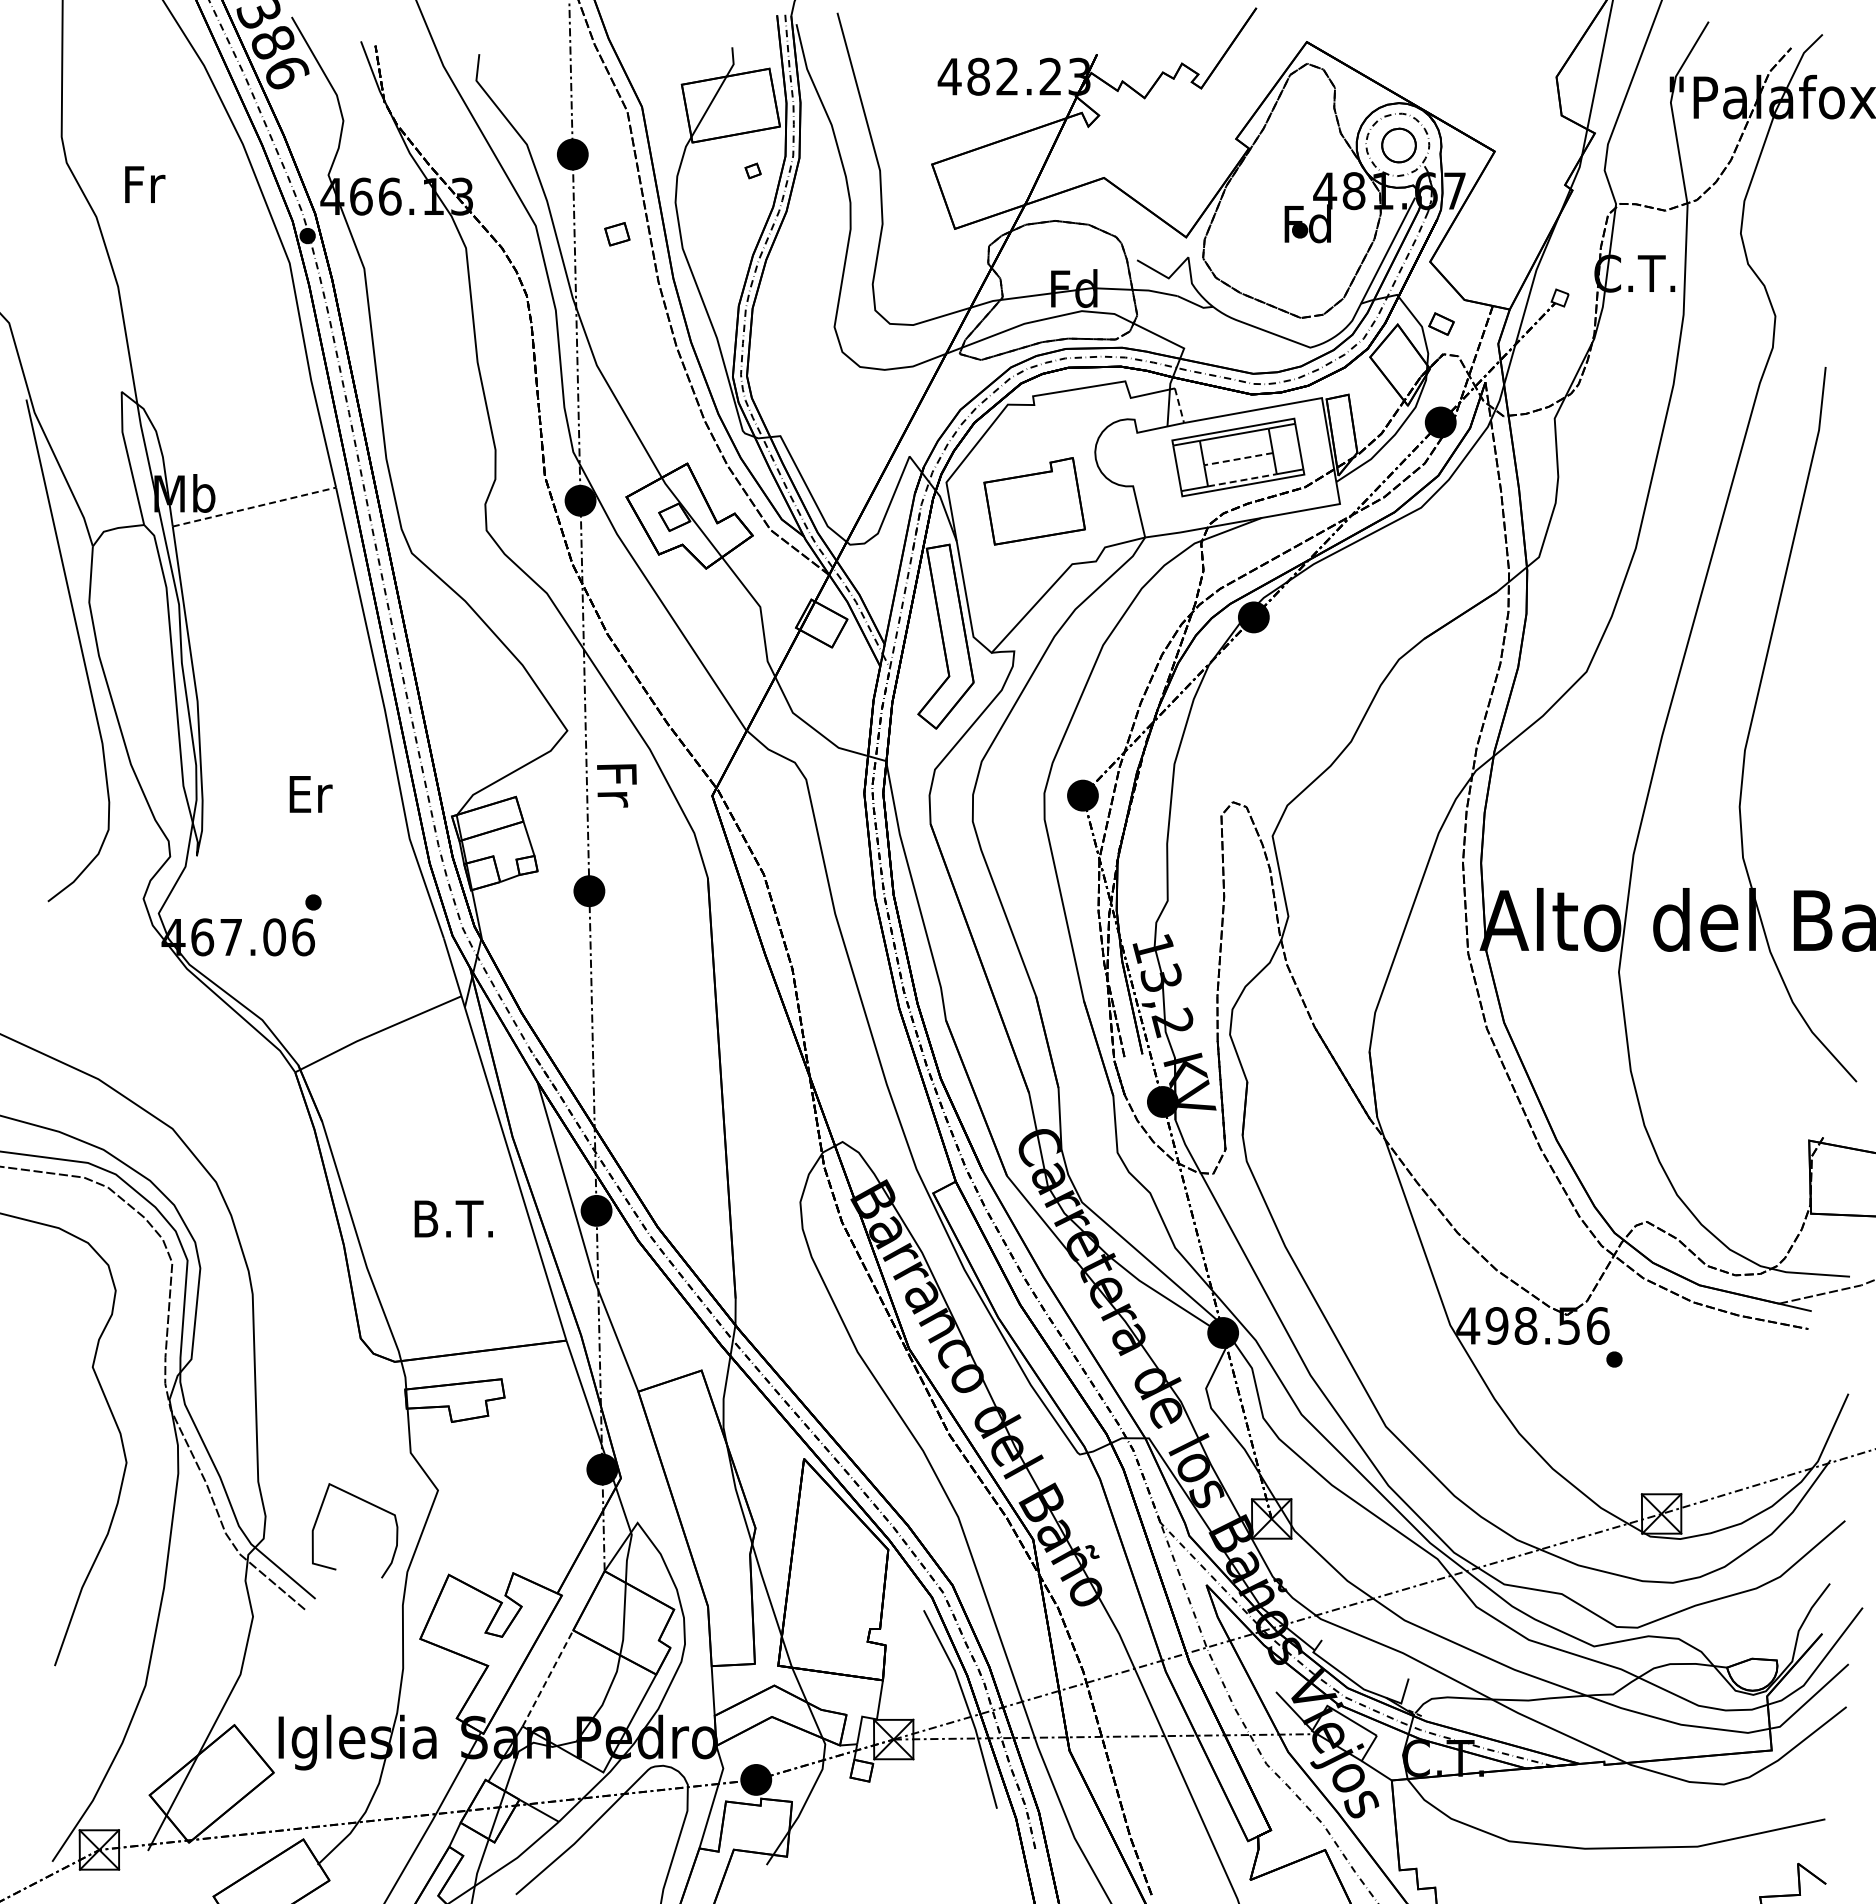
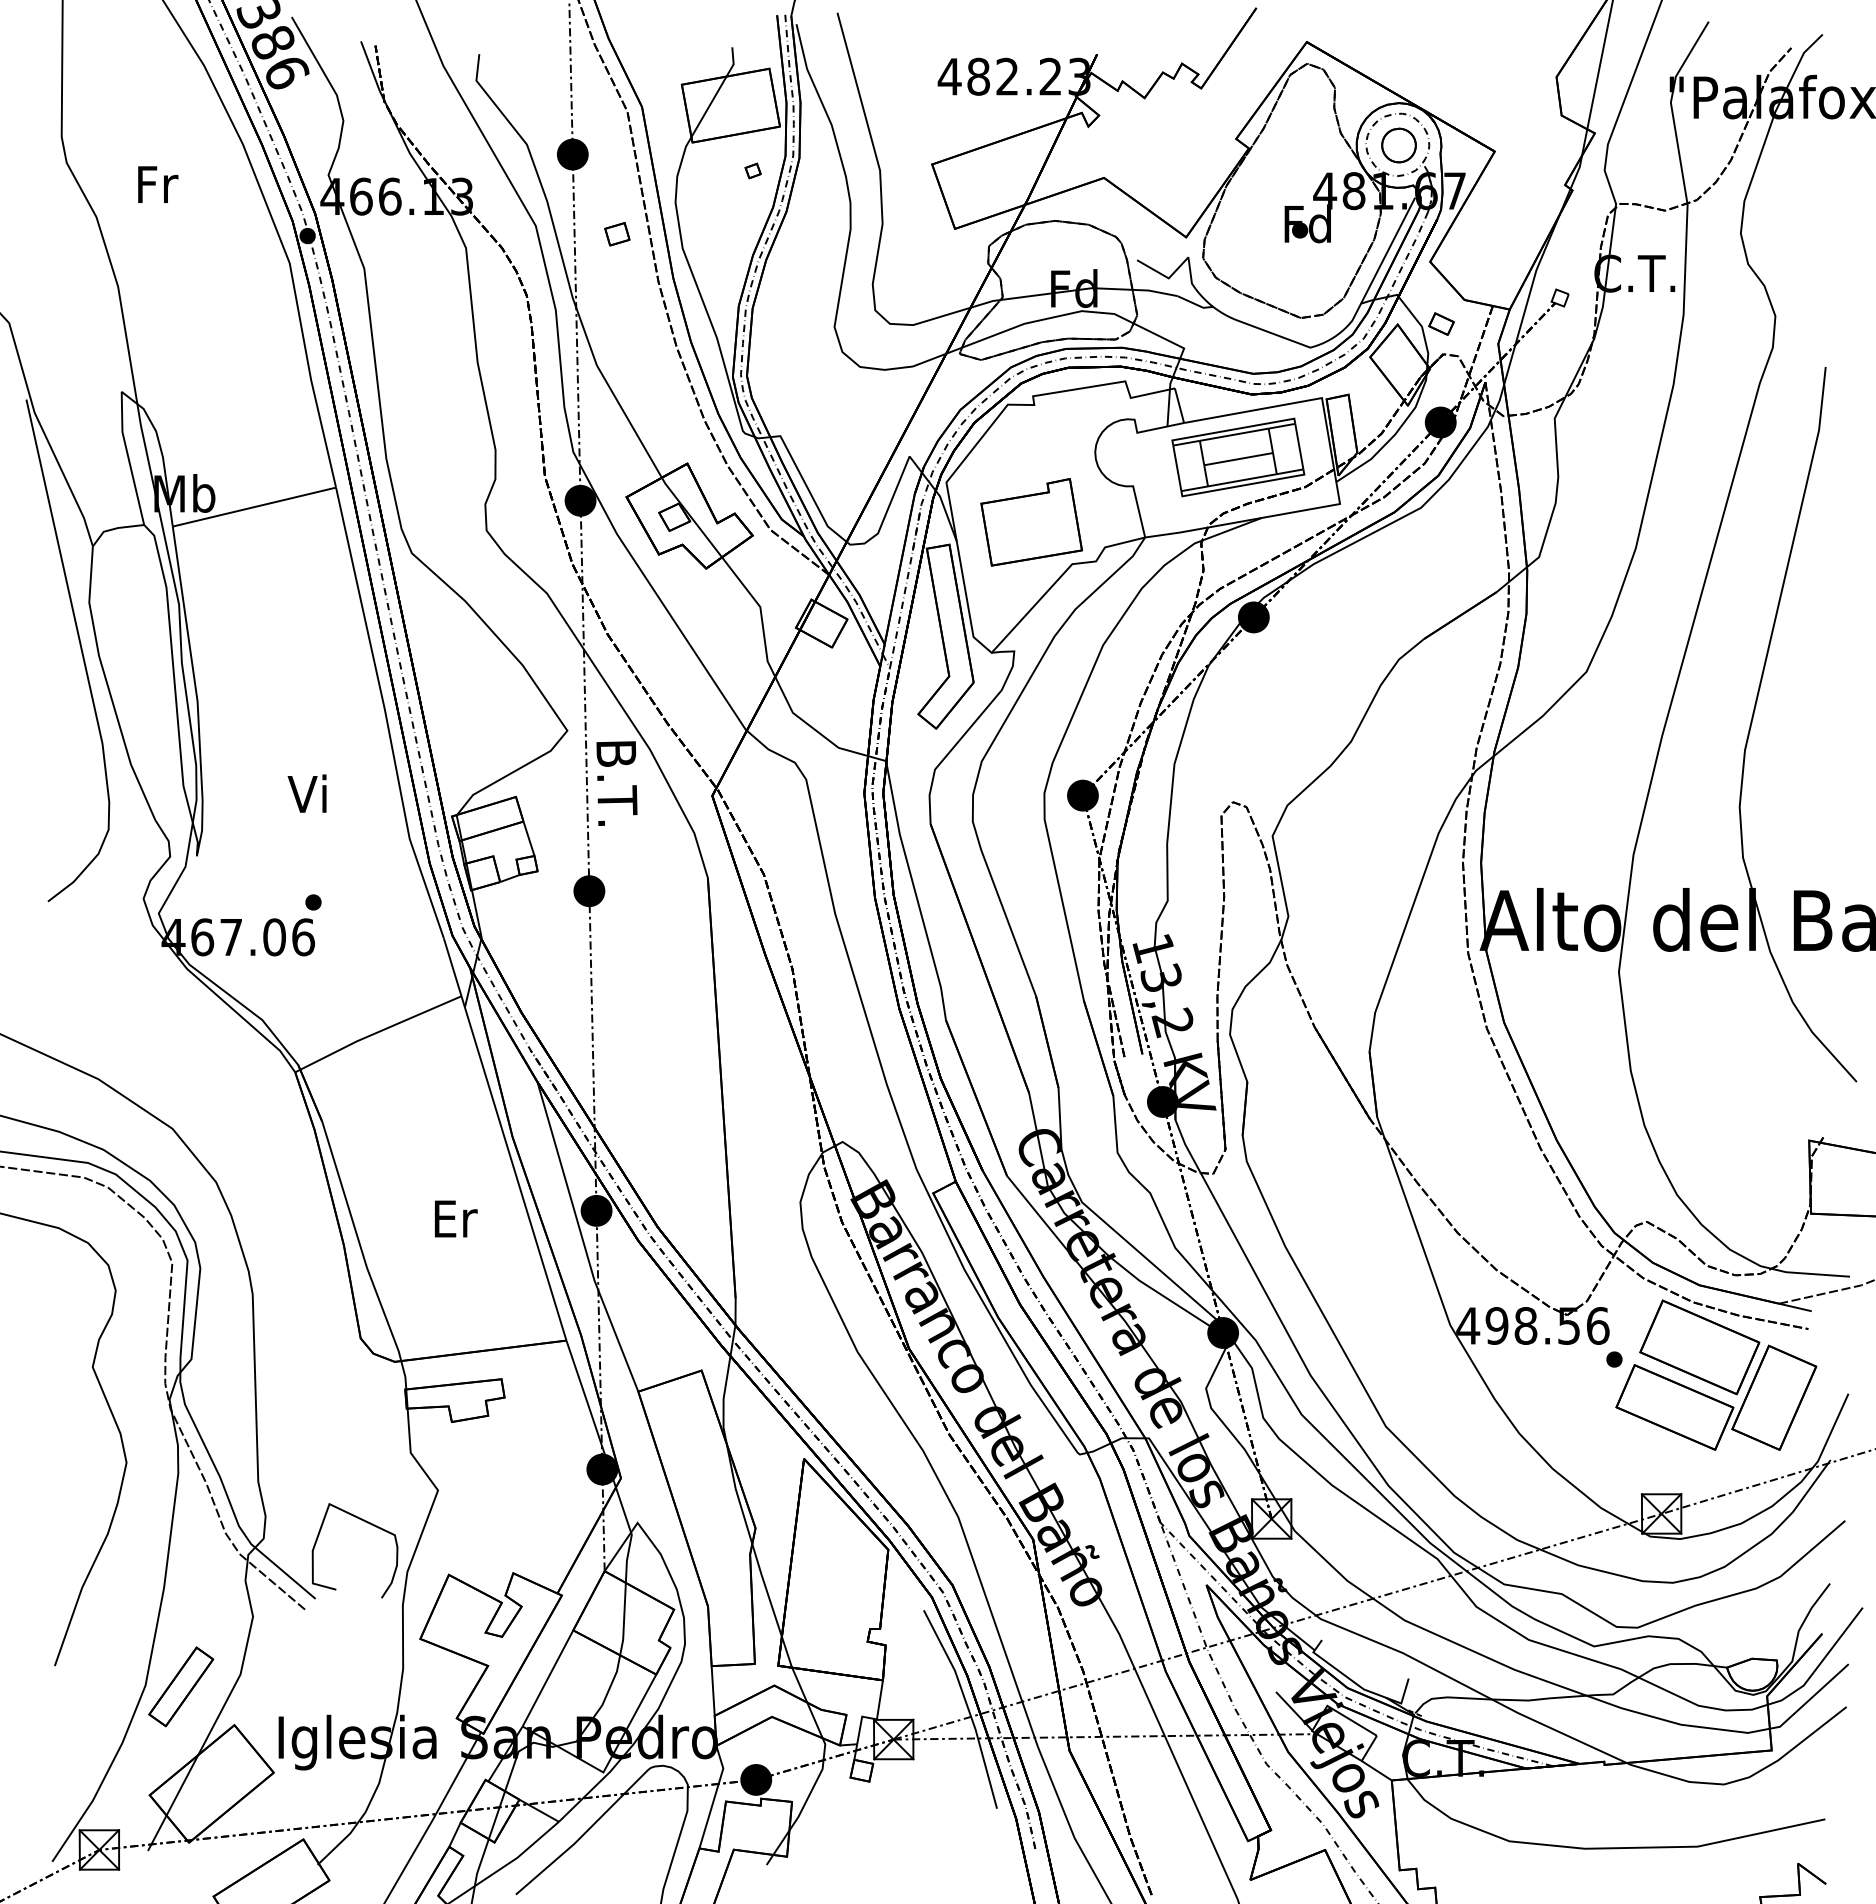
text at (145, 184) position: (145, 184) -> (158, 184)
line at (1179, 405): dashed -> solid
line at (1238, 459): dashed -> solid
line at (1242, 480): dashed -> solid
part at (1034, 501) position: (1034, 501) -> (1031, 522)
line at (254, 507): dashed -> solid
text at (616, 783): Fr -> B.T.
text at (309, 793): Er -> Vi
text at (453, 1218): B.T. -> Er
part at (1716, 1374): none -> present
curve at (367, 1503) position: (367, 1503) -> (367, 1523)
line at (548, 1677): dashed -> solid
part at (181, 1686): none -> present
